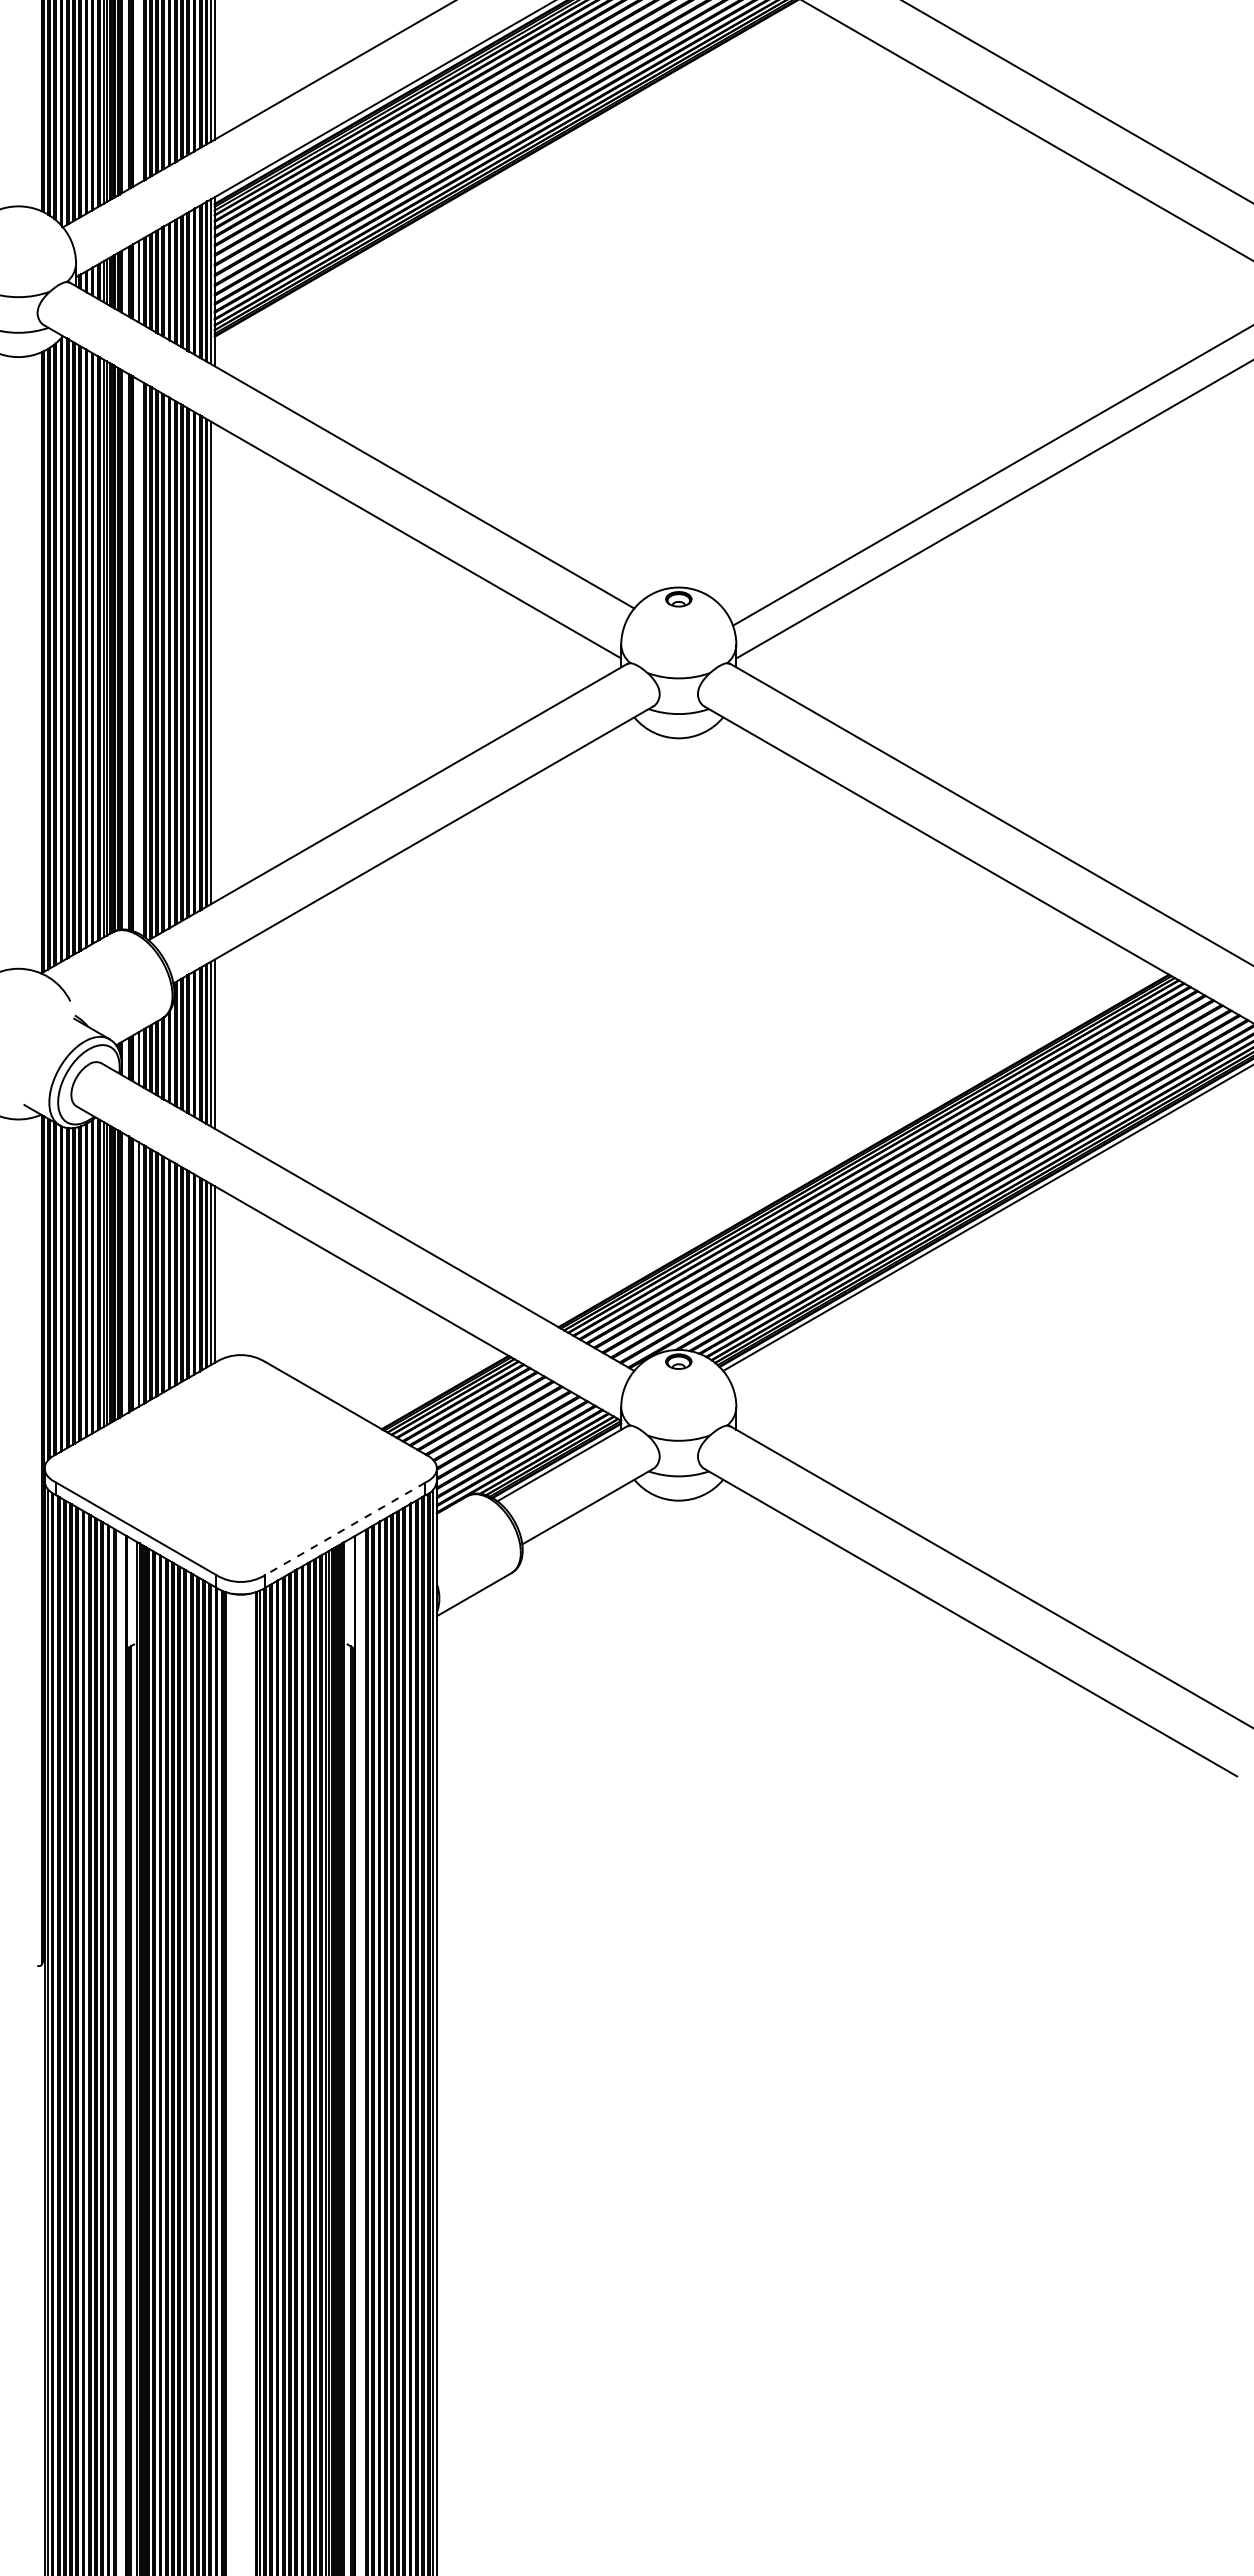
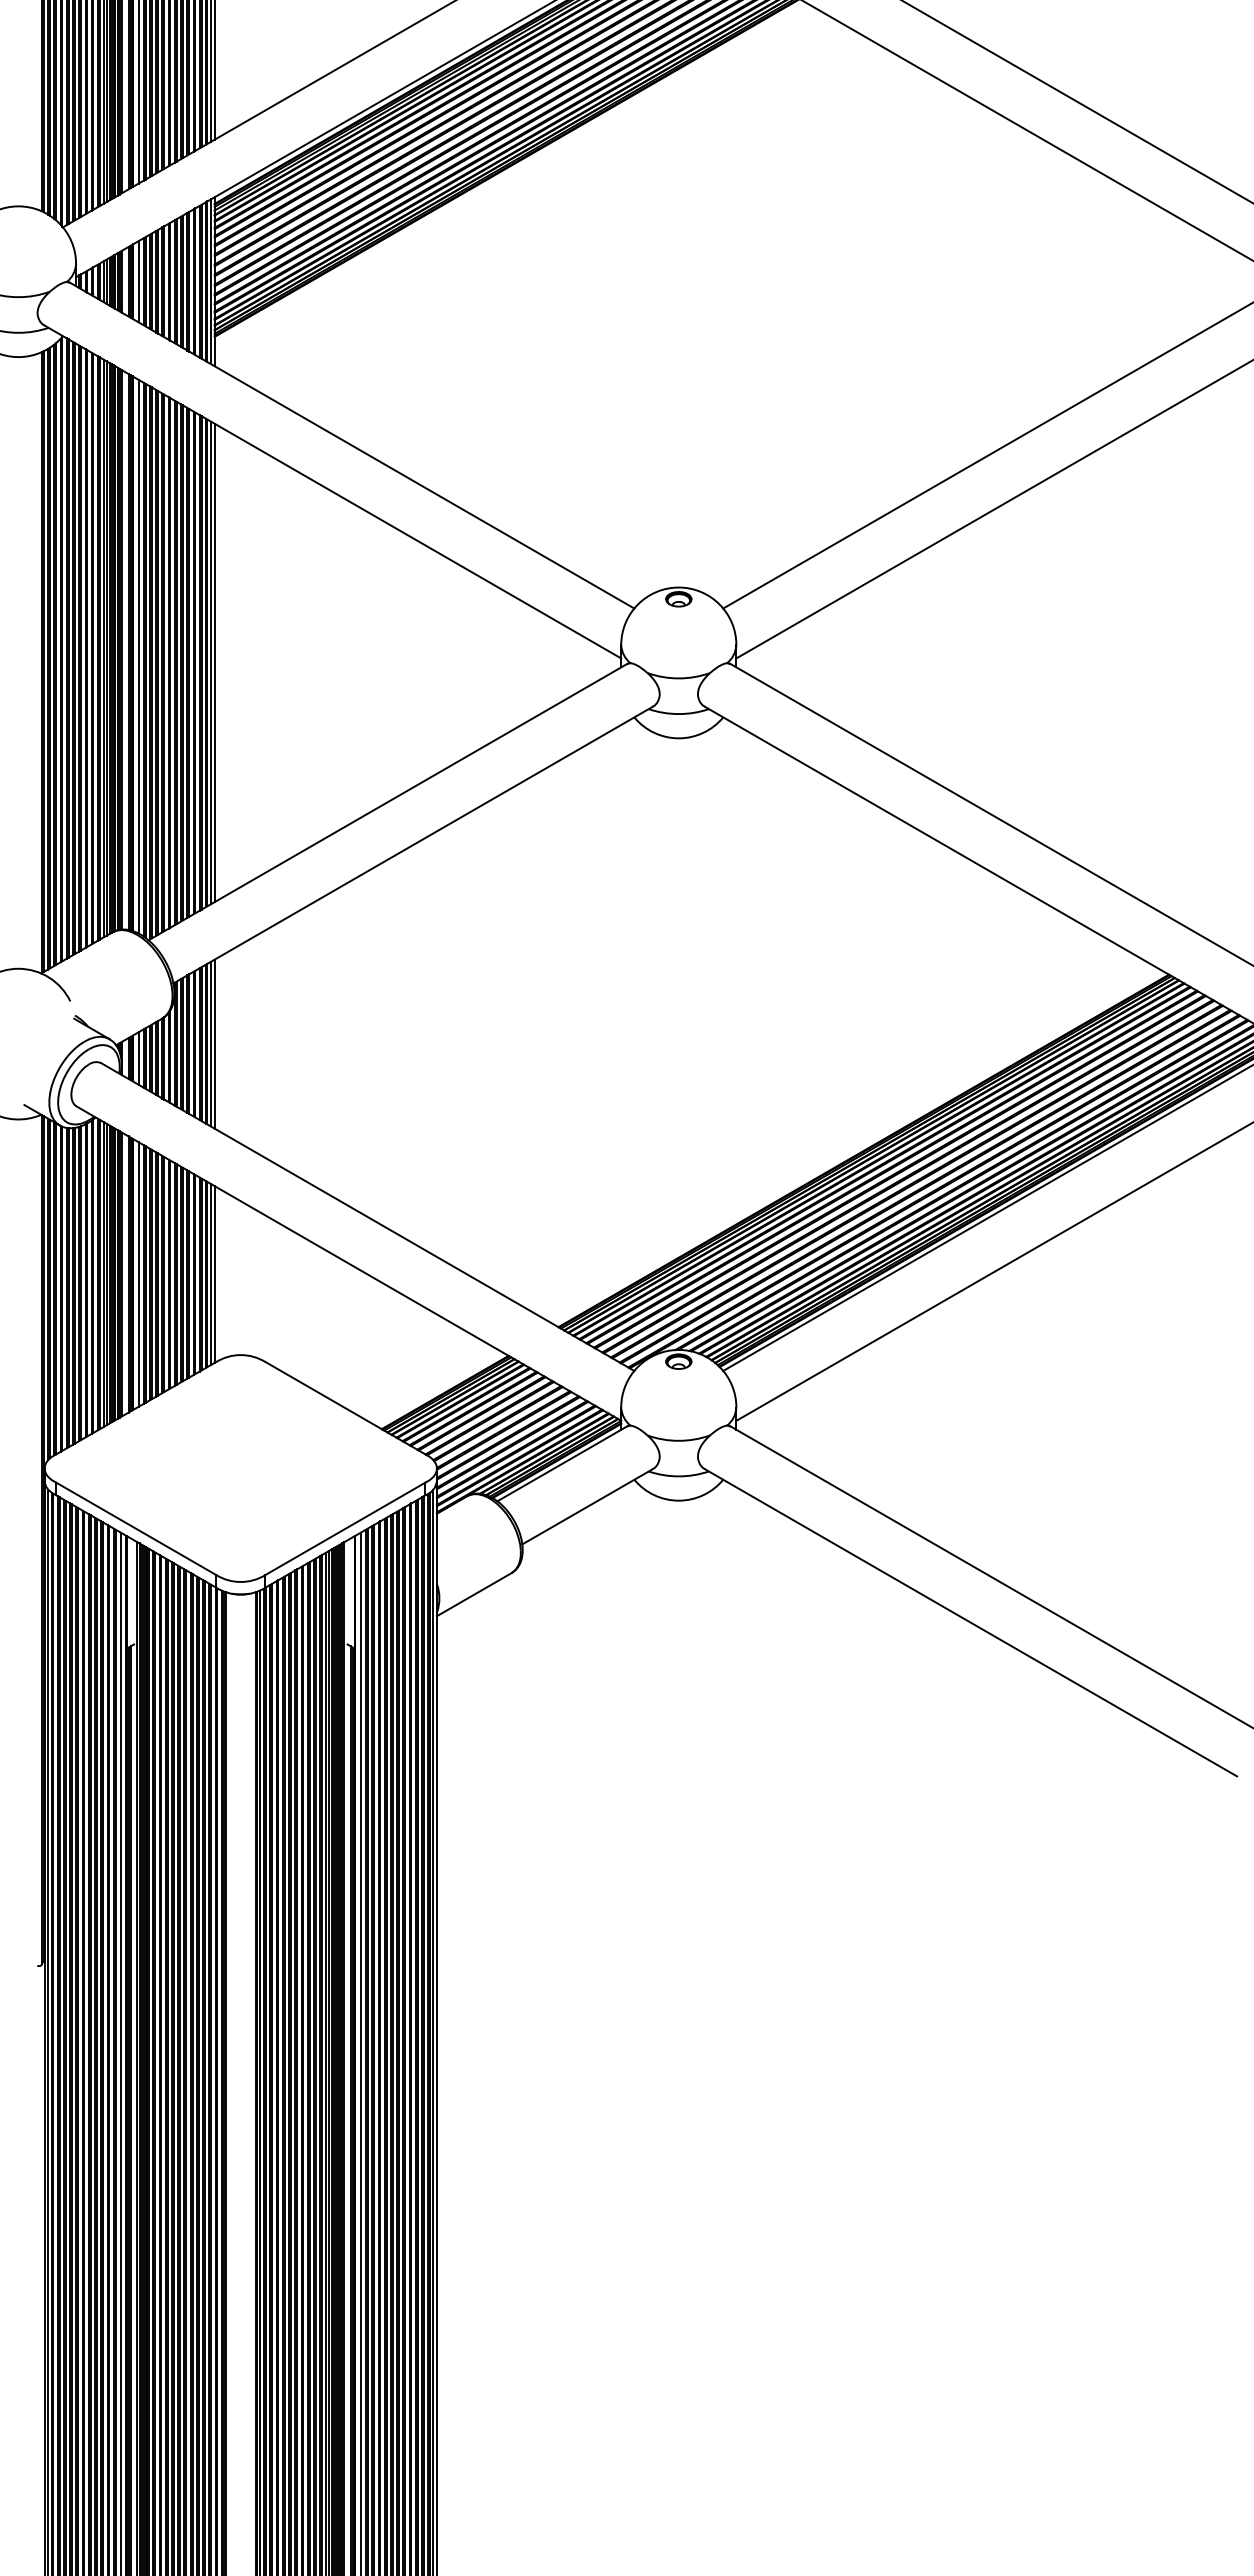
line at (138, 92): none -> present
line at (991, 476) position: (991, 476) -> (986, 456)
line at (138, 656): none -> present
line at (214, 662): none -> present
line at (993, 1272): none -> present
line at (344, 1529): dashed -> solid
line at (120, 2052): none -> present
line at (360, 2052): none -> present
